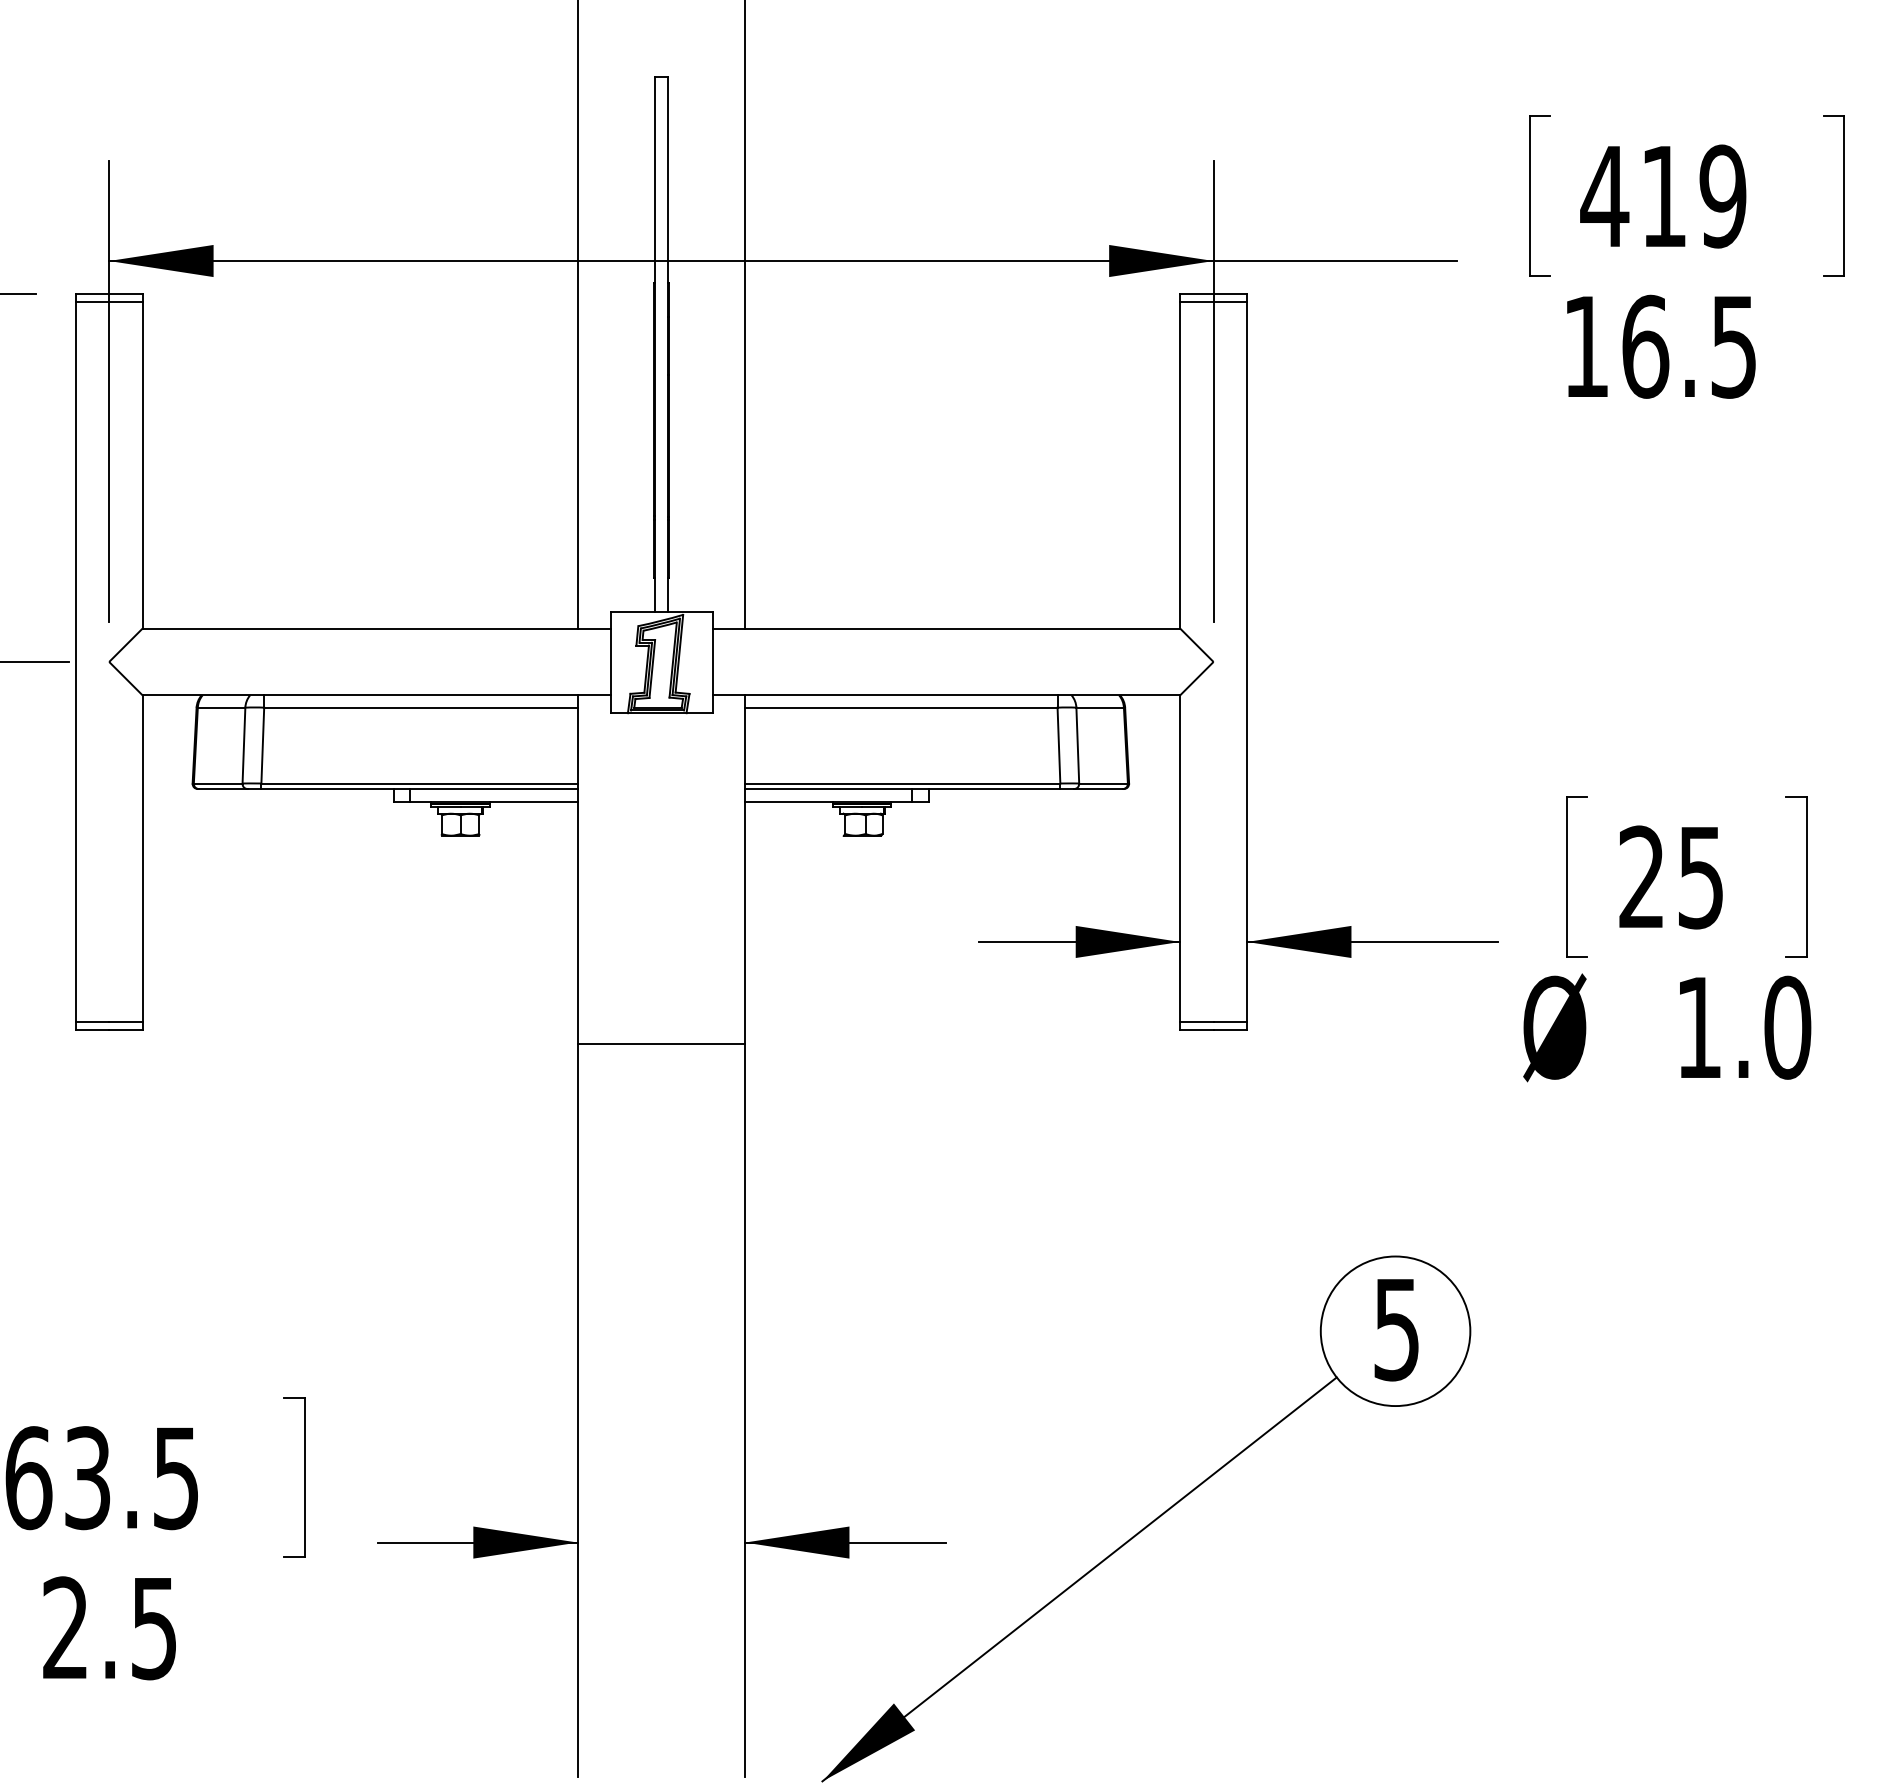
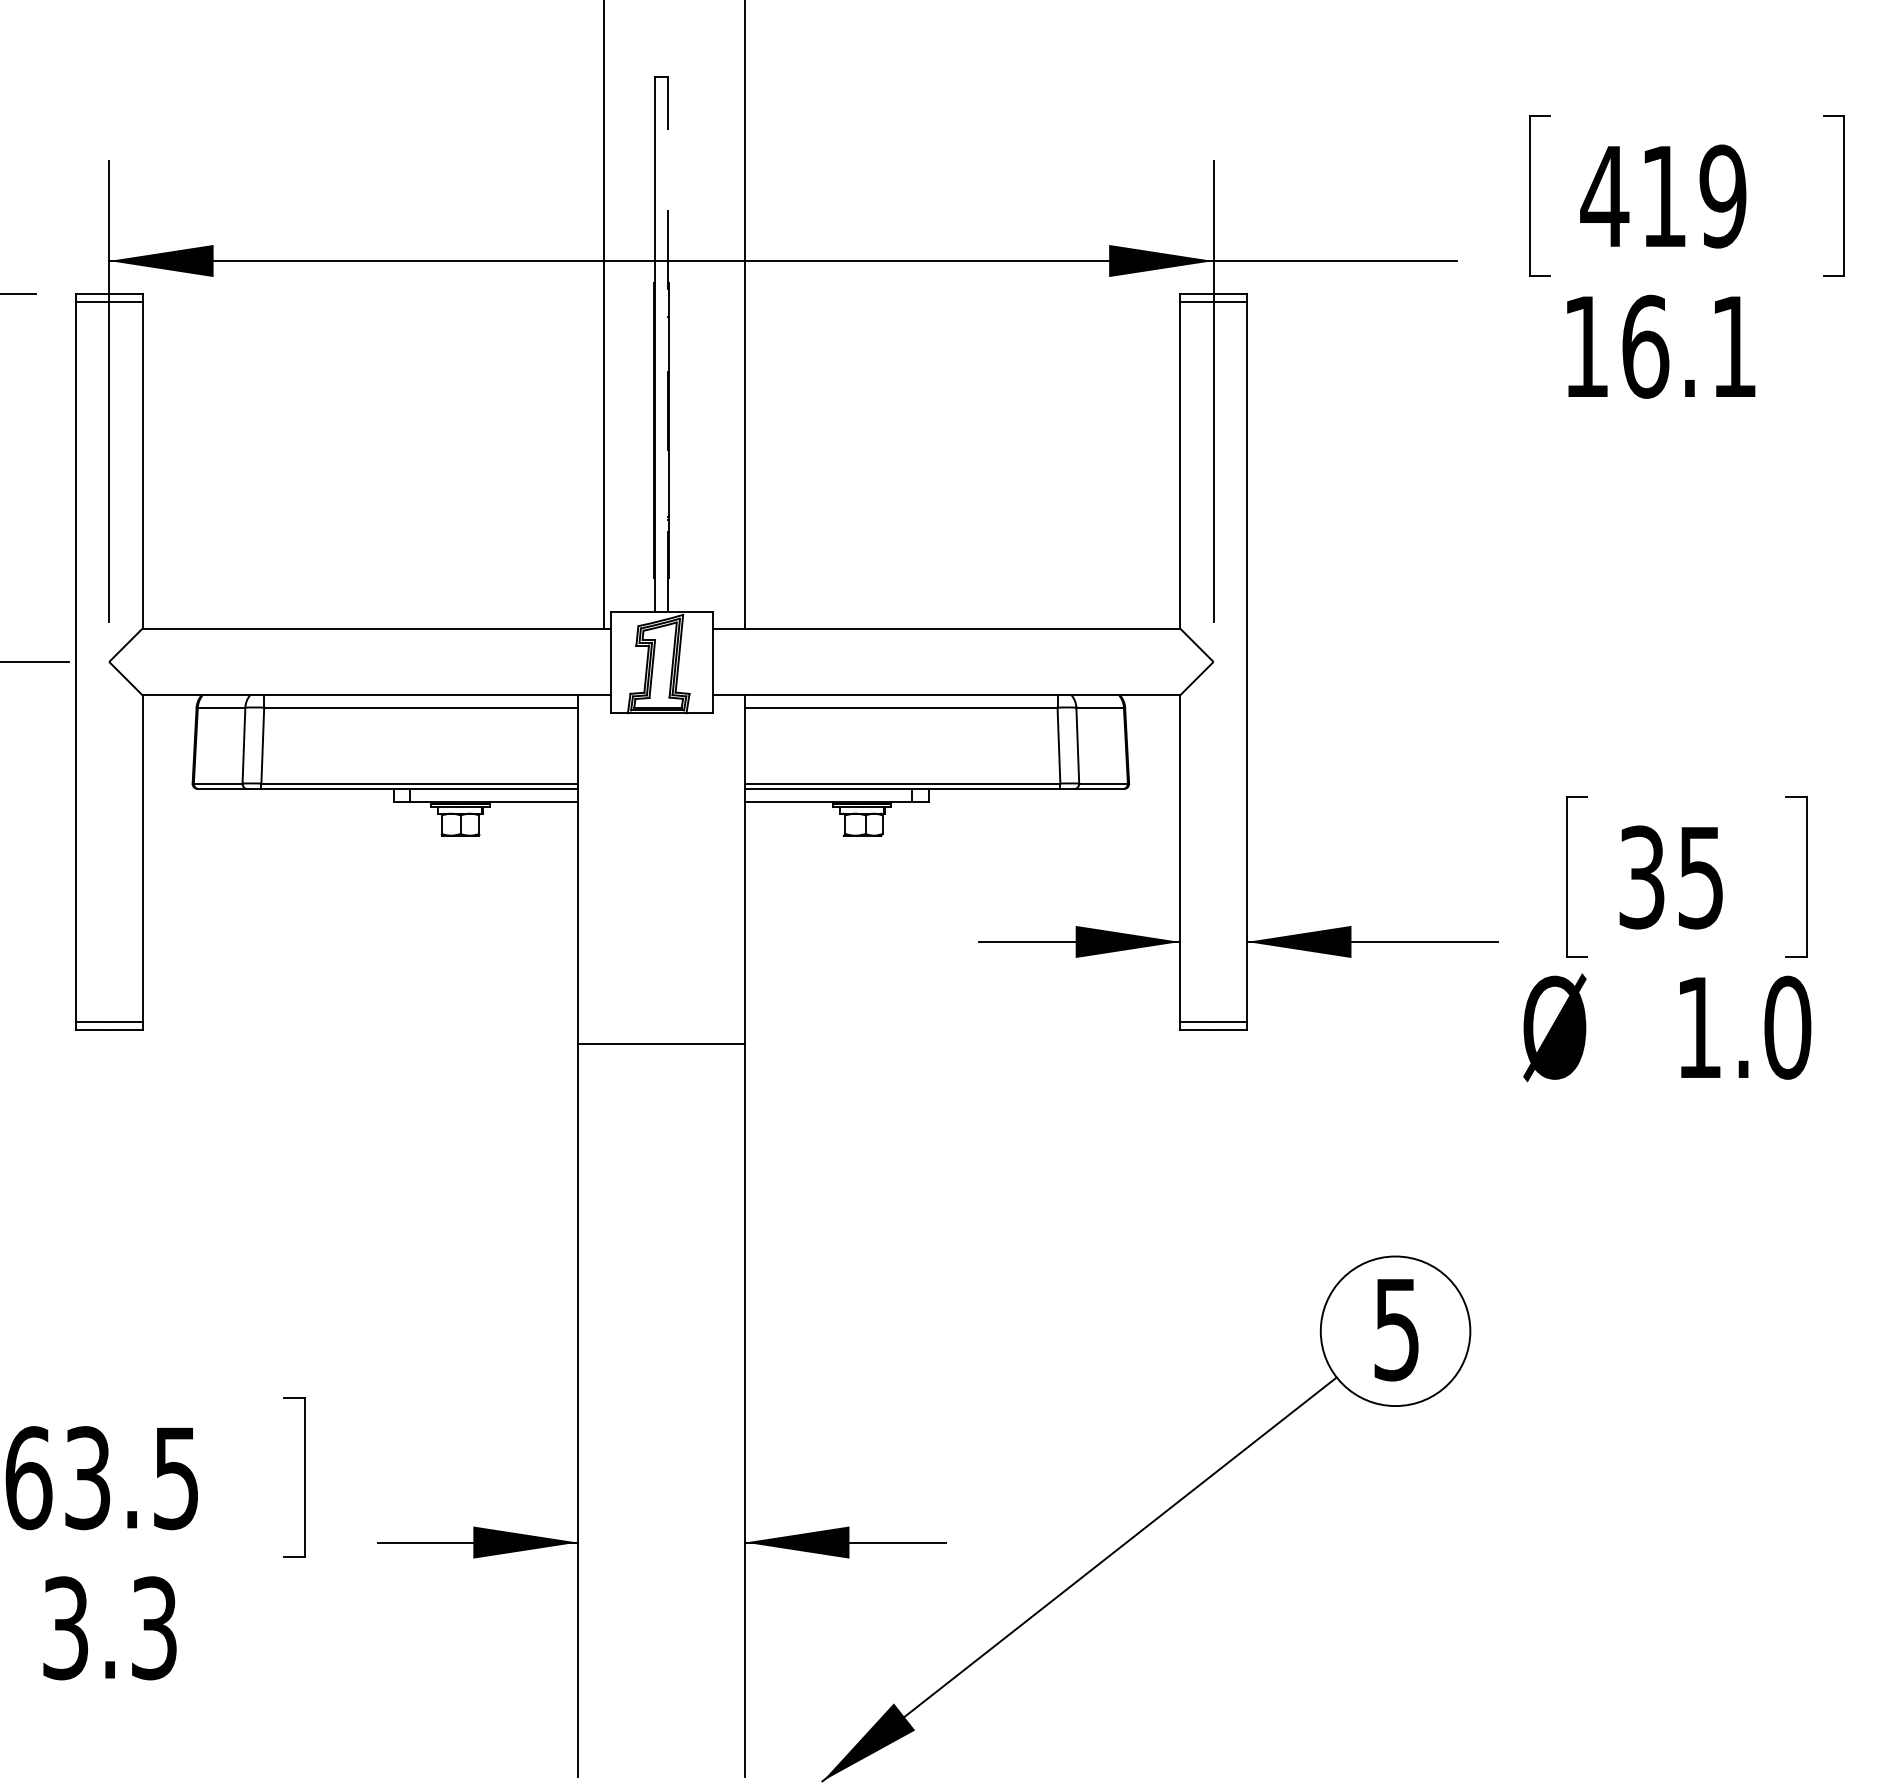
line at (577, 315) position: (577, 315) -> (603, 315)
line at (667, 344): solid -> dashed
text at (1733, 347): 16.5 -> 16.1
text at (1641, 877): 25 -> 35
text at (109, 1628): 2.5 -> 3.3
